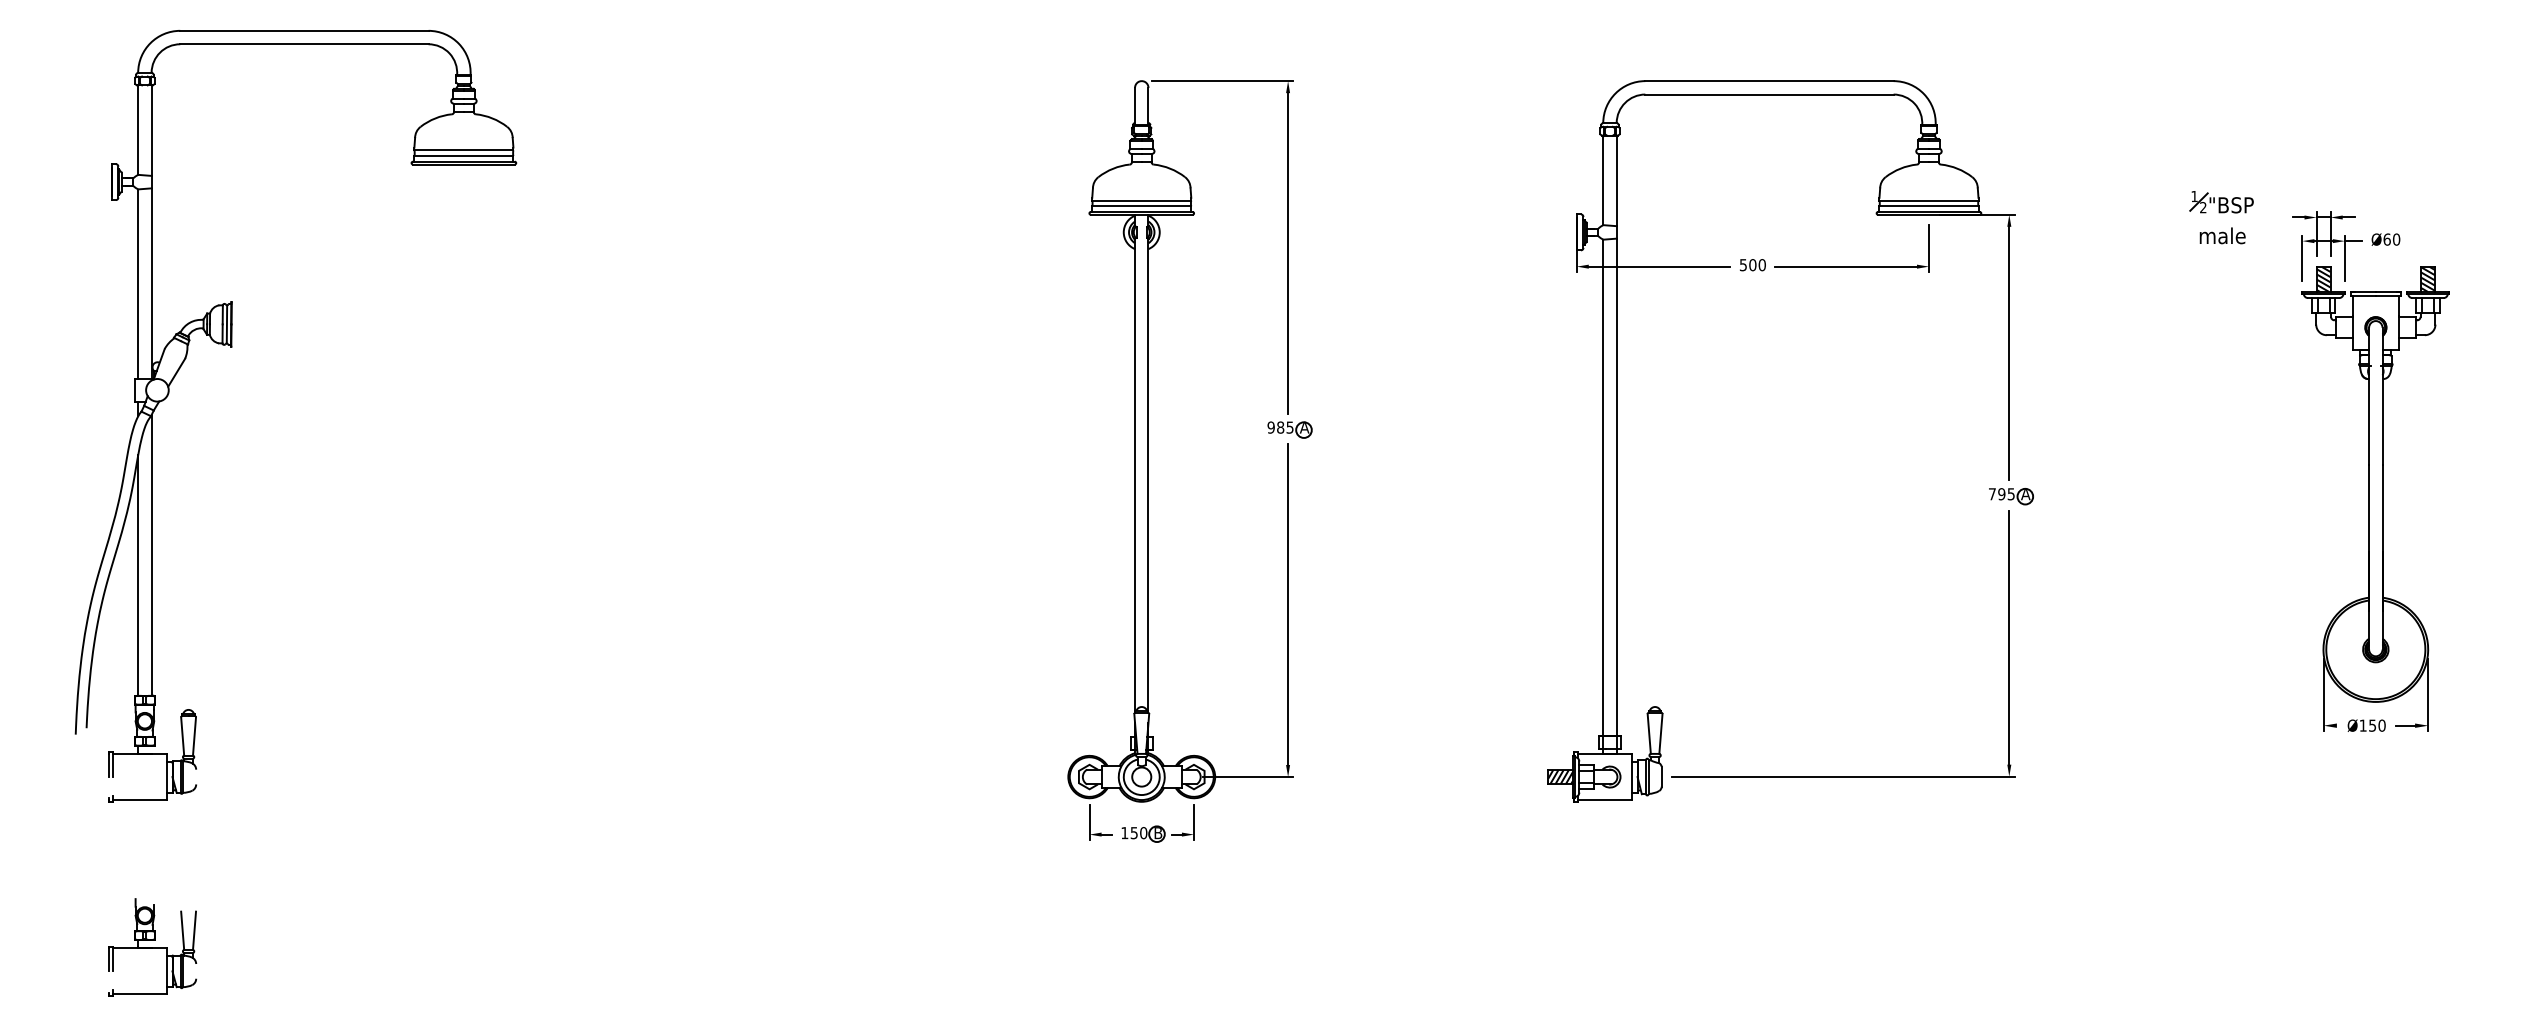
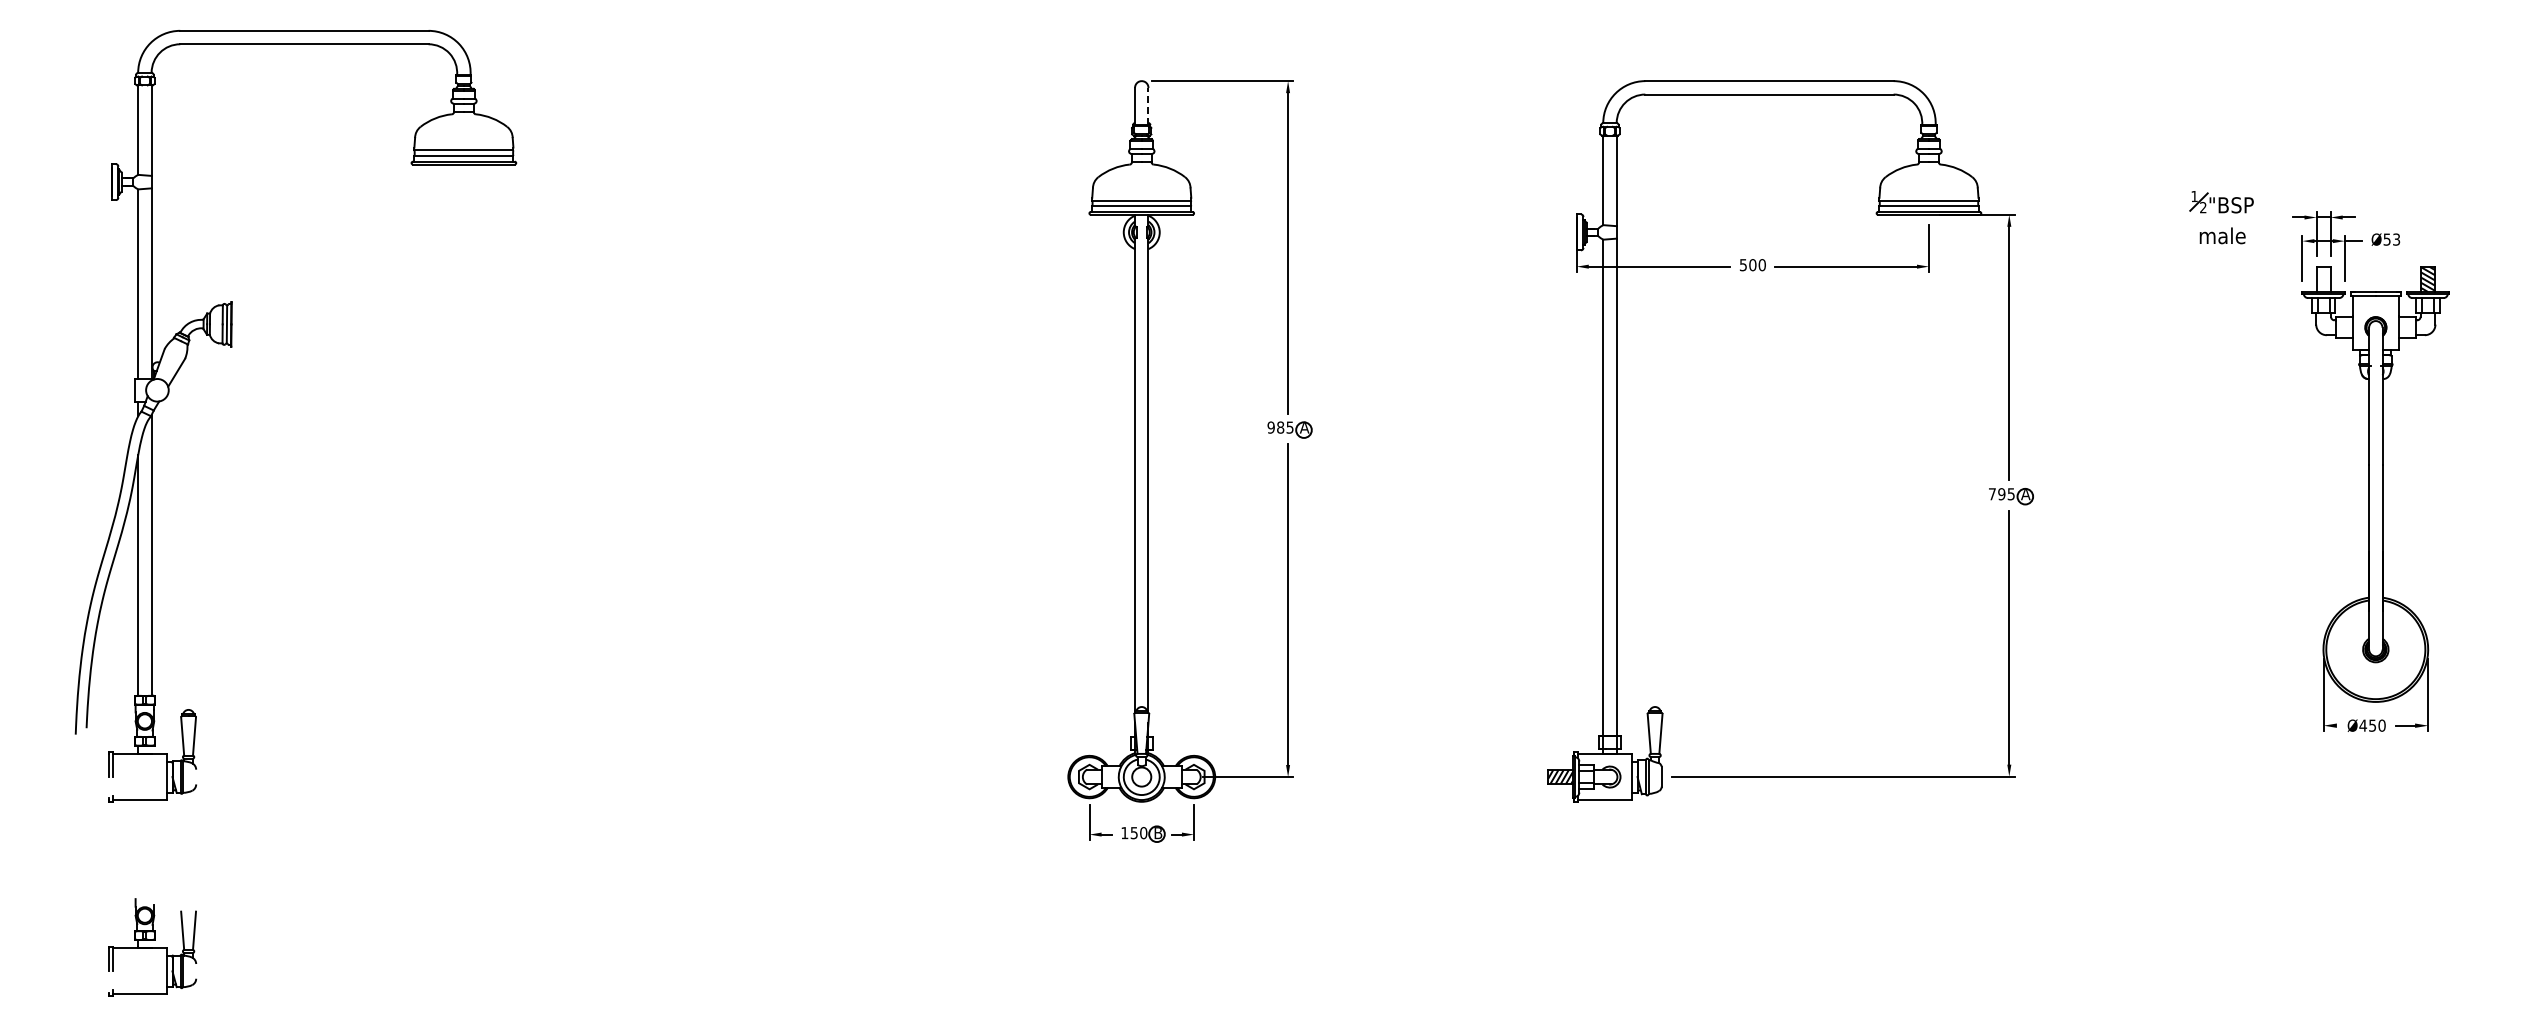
line at (1148, 106): solid -> dashed
text at (2391, 239): Ø60 -> Ø53
hatch at (2323, 278): present -> none
text at (2363, 725): Ø150 -> Ø450
